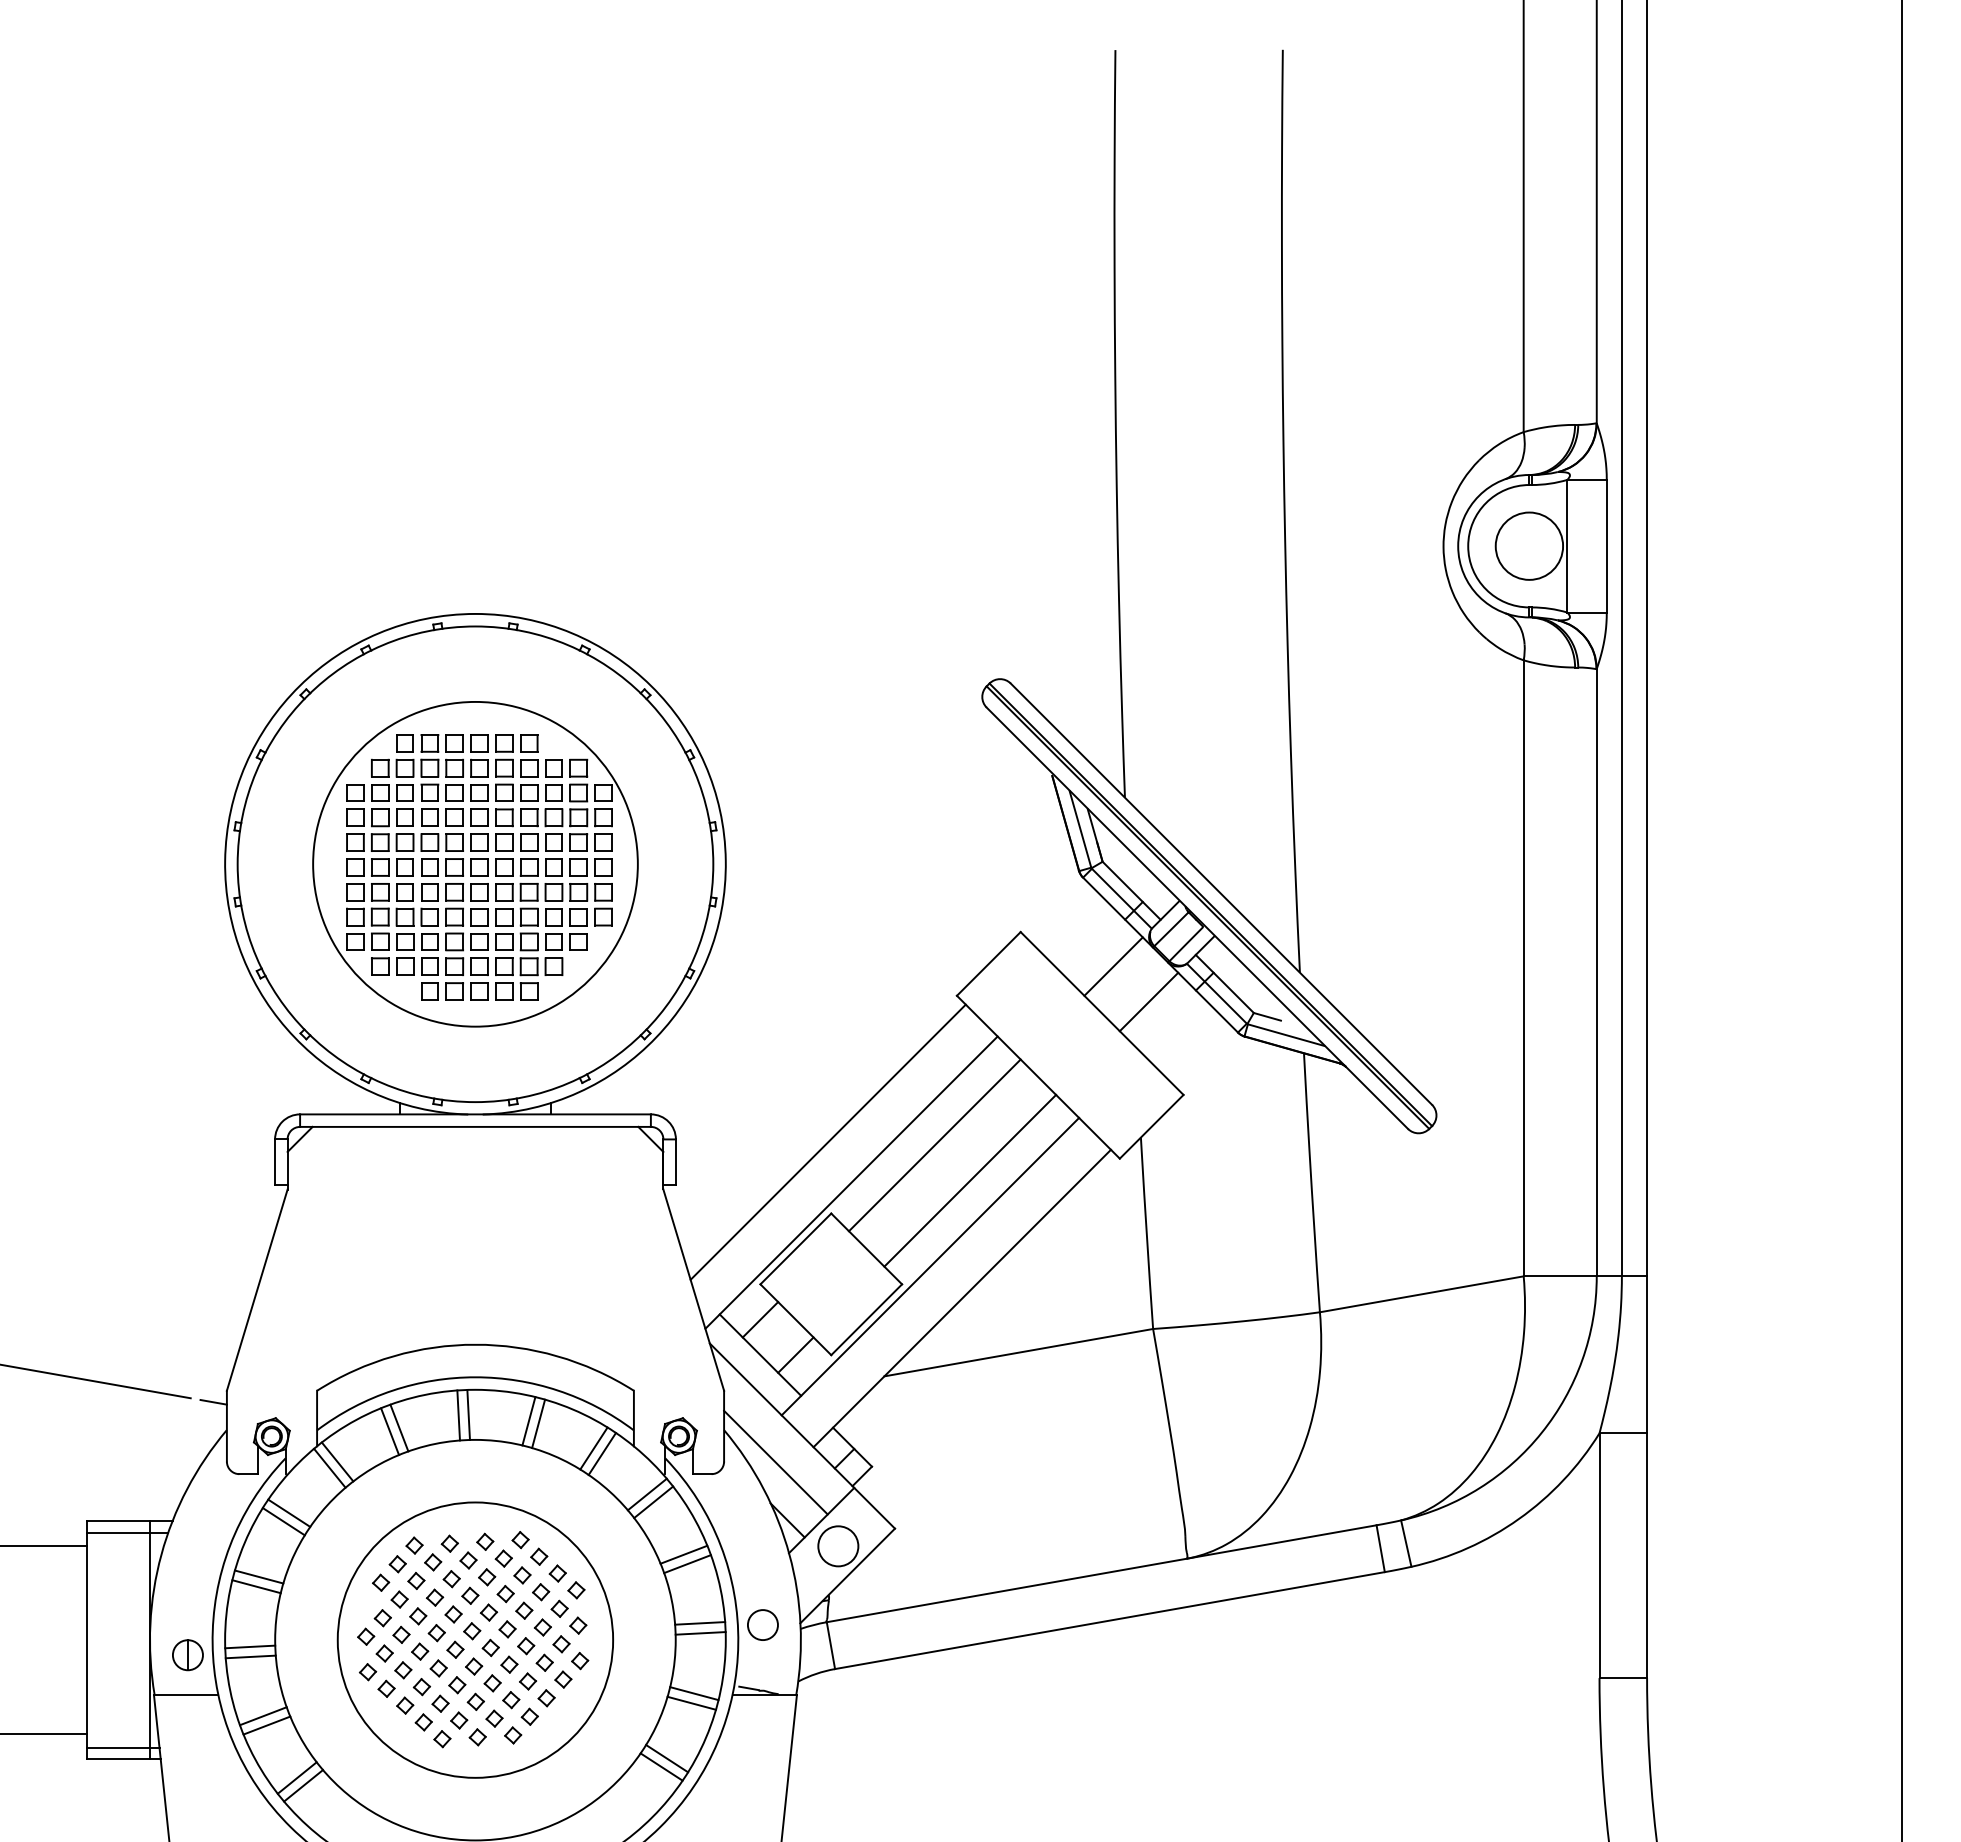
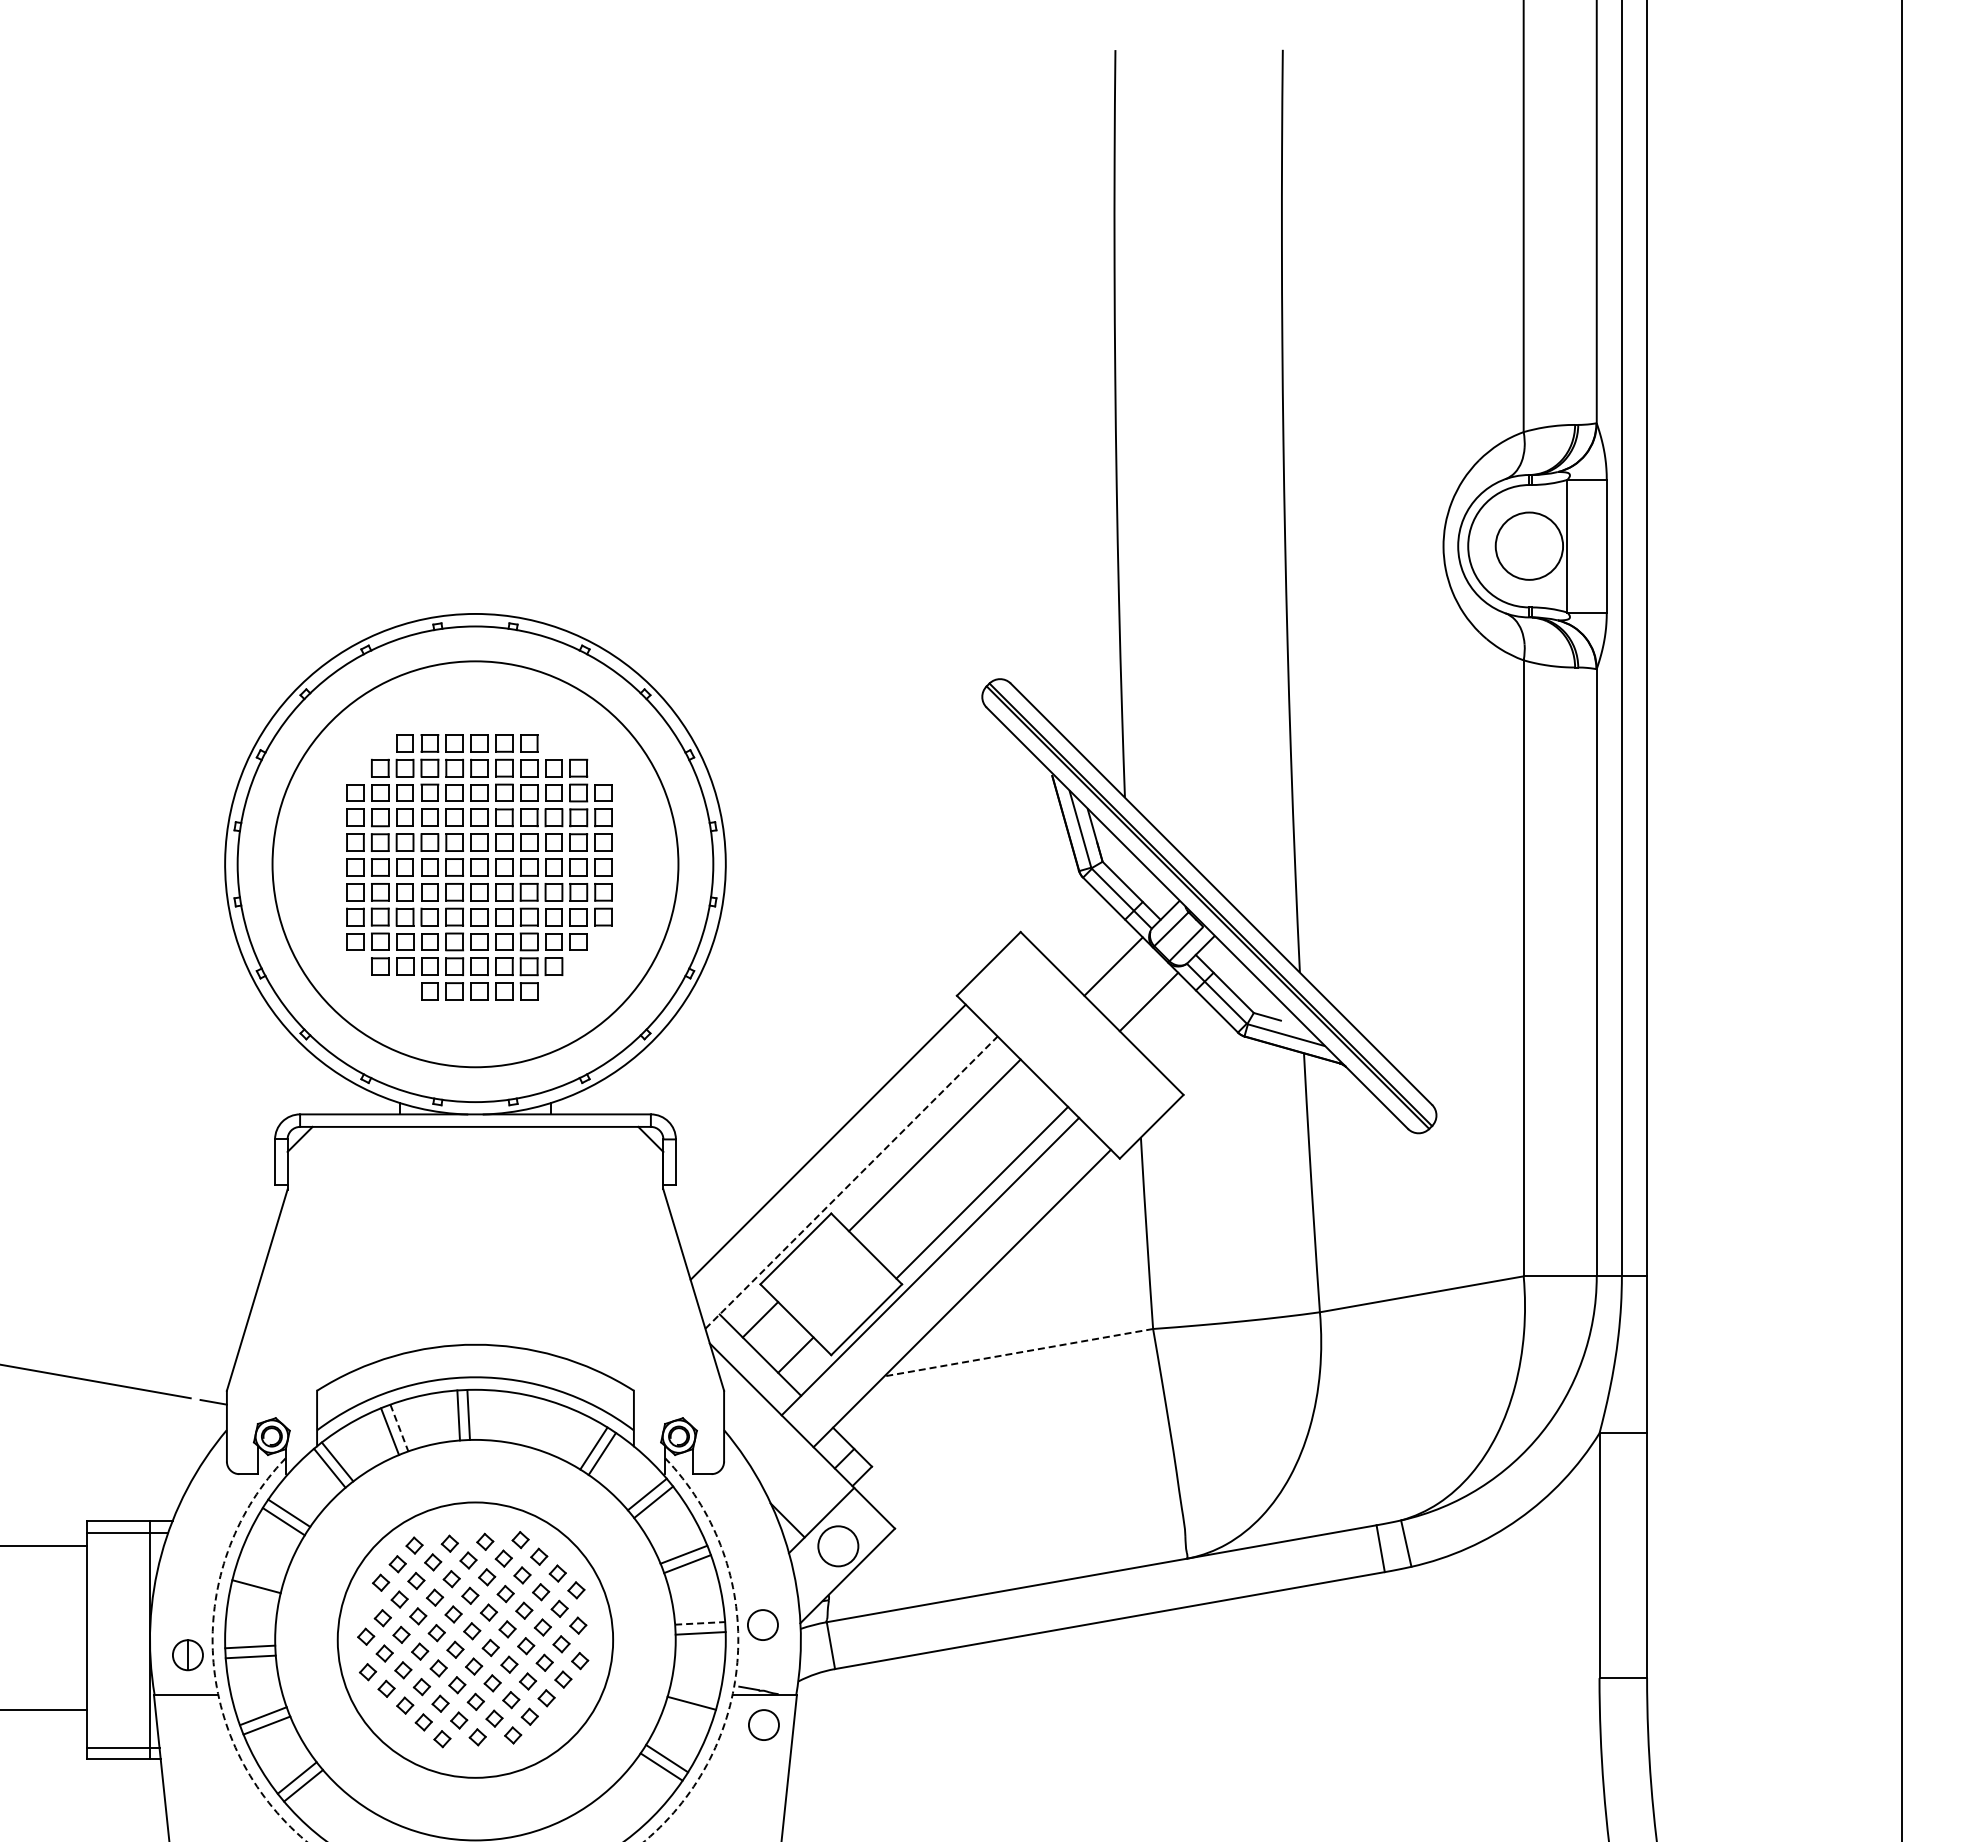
circle at (475, 863) diameter: 325 px -> 406 px
line at (970, 1180) position: (970, 1180) -> (982, 1192)
line at (851, 1182): solid -> dashed
line at (1018, 1352): solid -> dashed
line at (528, 1421): present -> none
line at (538, 1423): present -> none
line at (399, 1428): solid -> dashed
line at (775, 1462): present -> none
line at (258, 1576): present -> none
line at (700, 1623): solid -> dashed
line at (694, 1693): present -> none
circle at (763, 1724): none -> present
line at (44, 1734) position: (44, 1734) -> (44, 1710)
arc at (644, 1841): solid -> dashed
